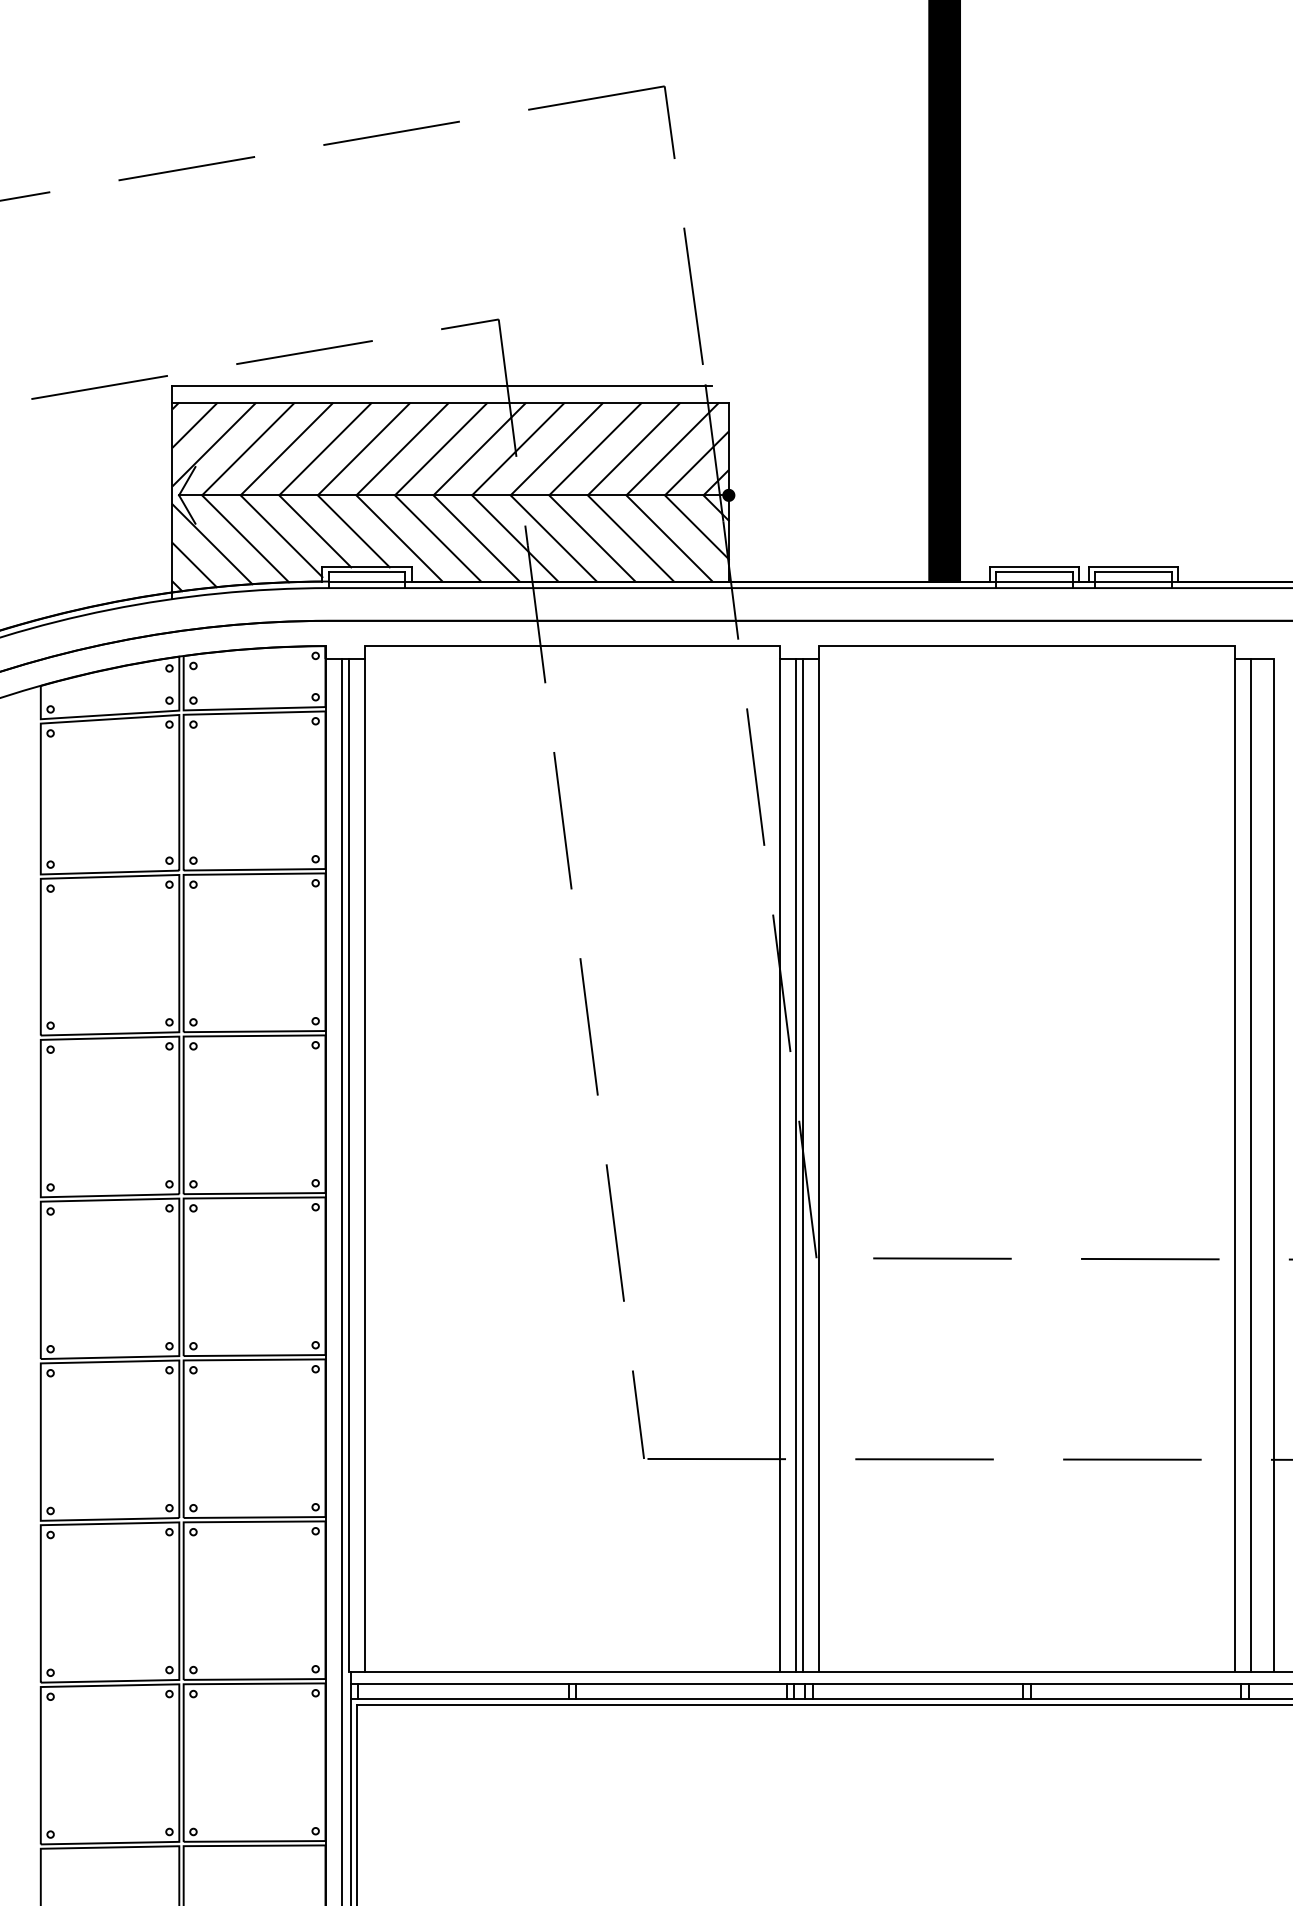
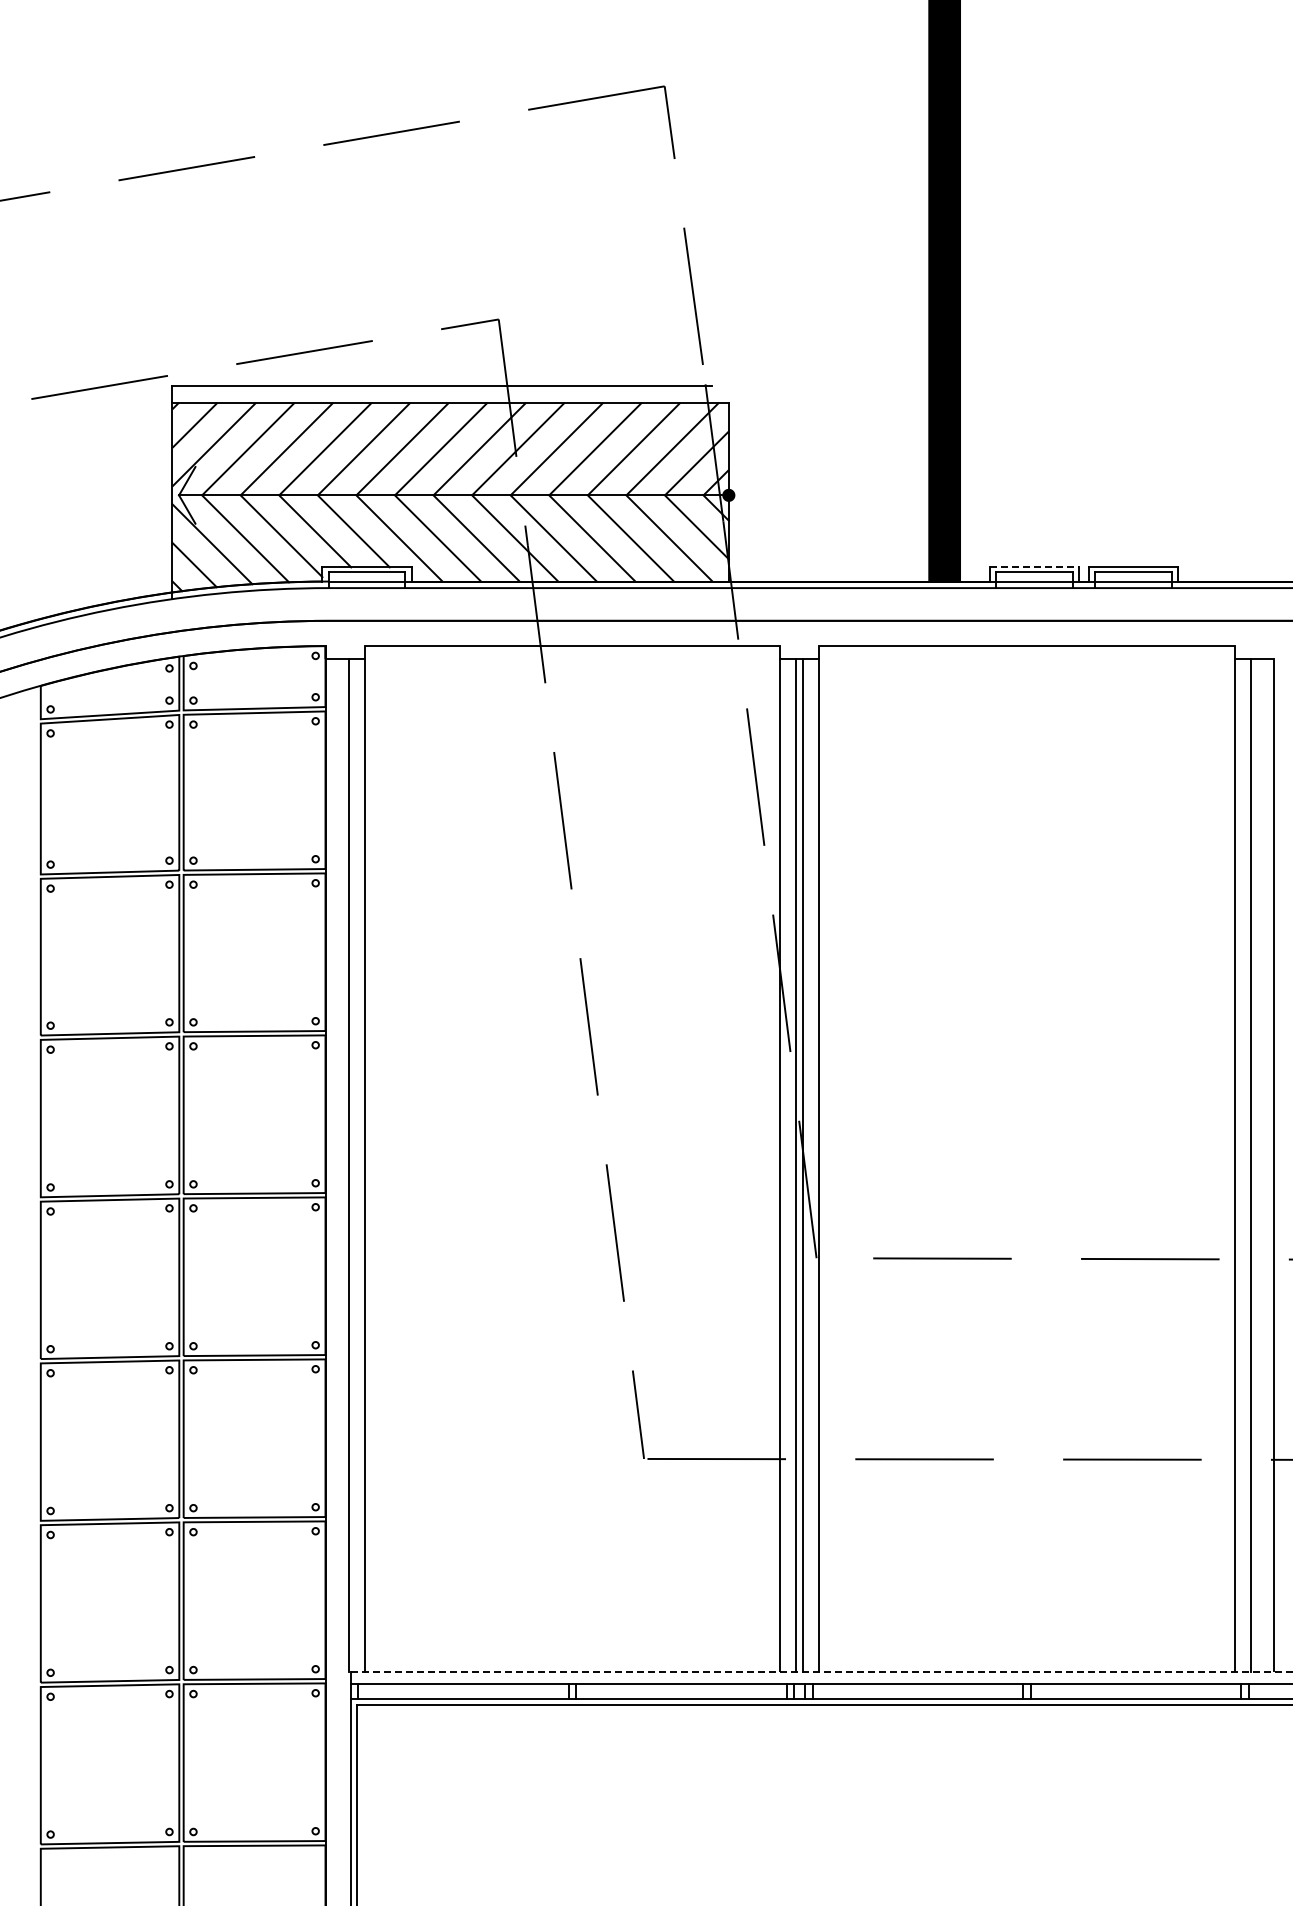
line at (1034, 567): solid -> dashed
line at (341, 1280): present -> none
line at (821, 1671): solid -> dashed
